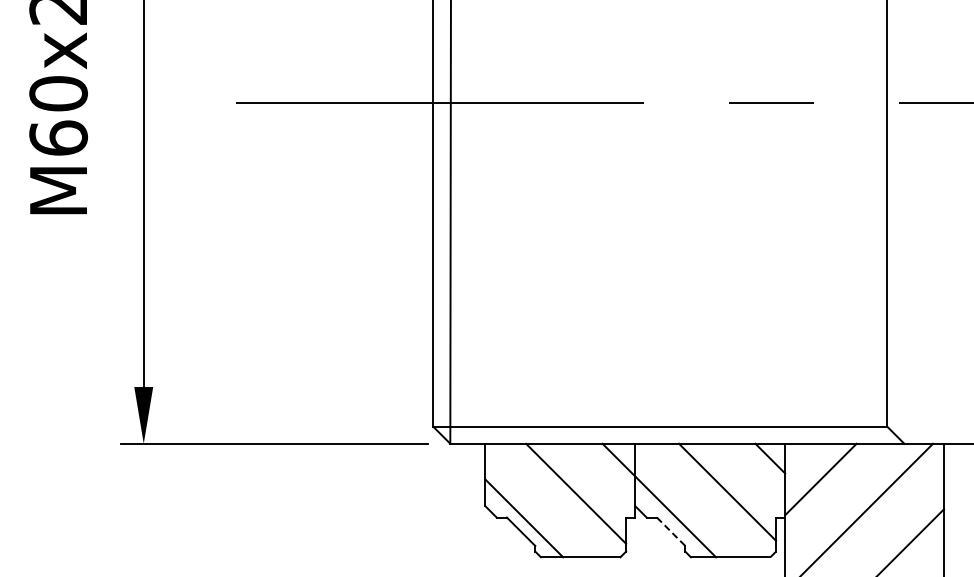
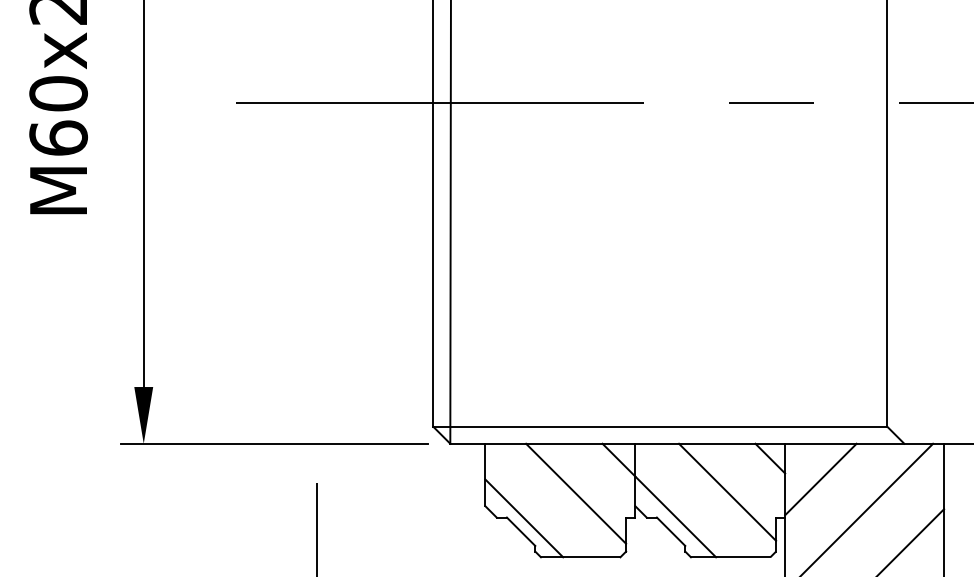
line at (317, 527): none -> present
line at (671, 532): dashed -> solid
